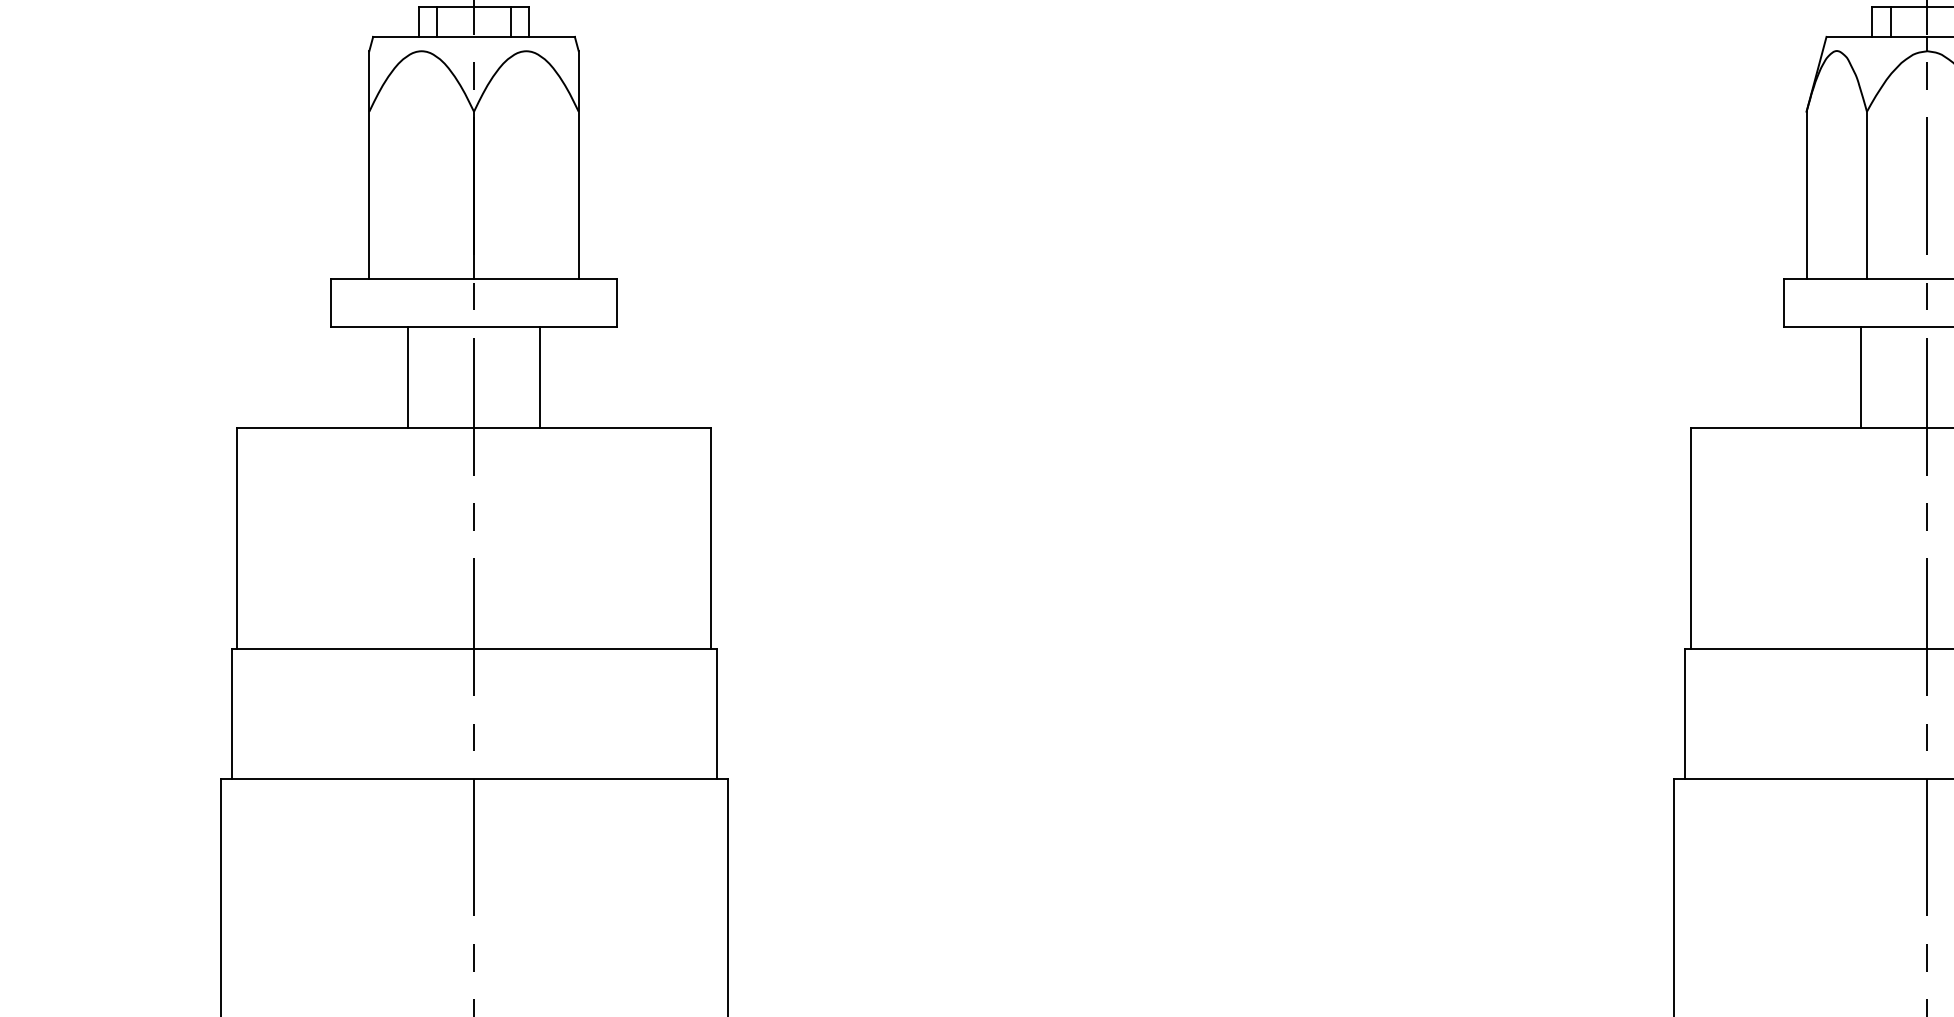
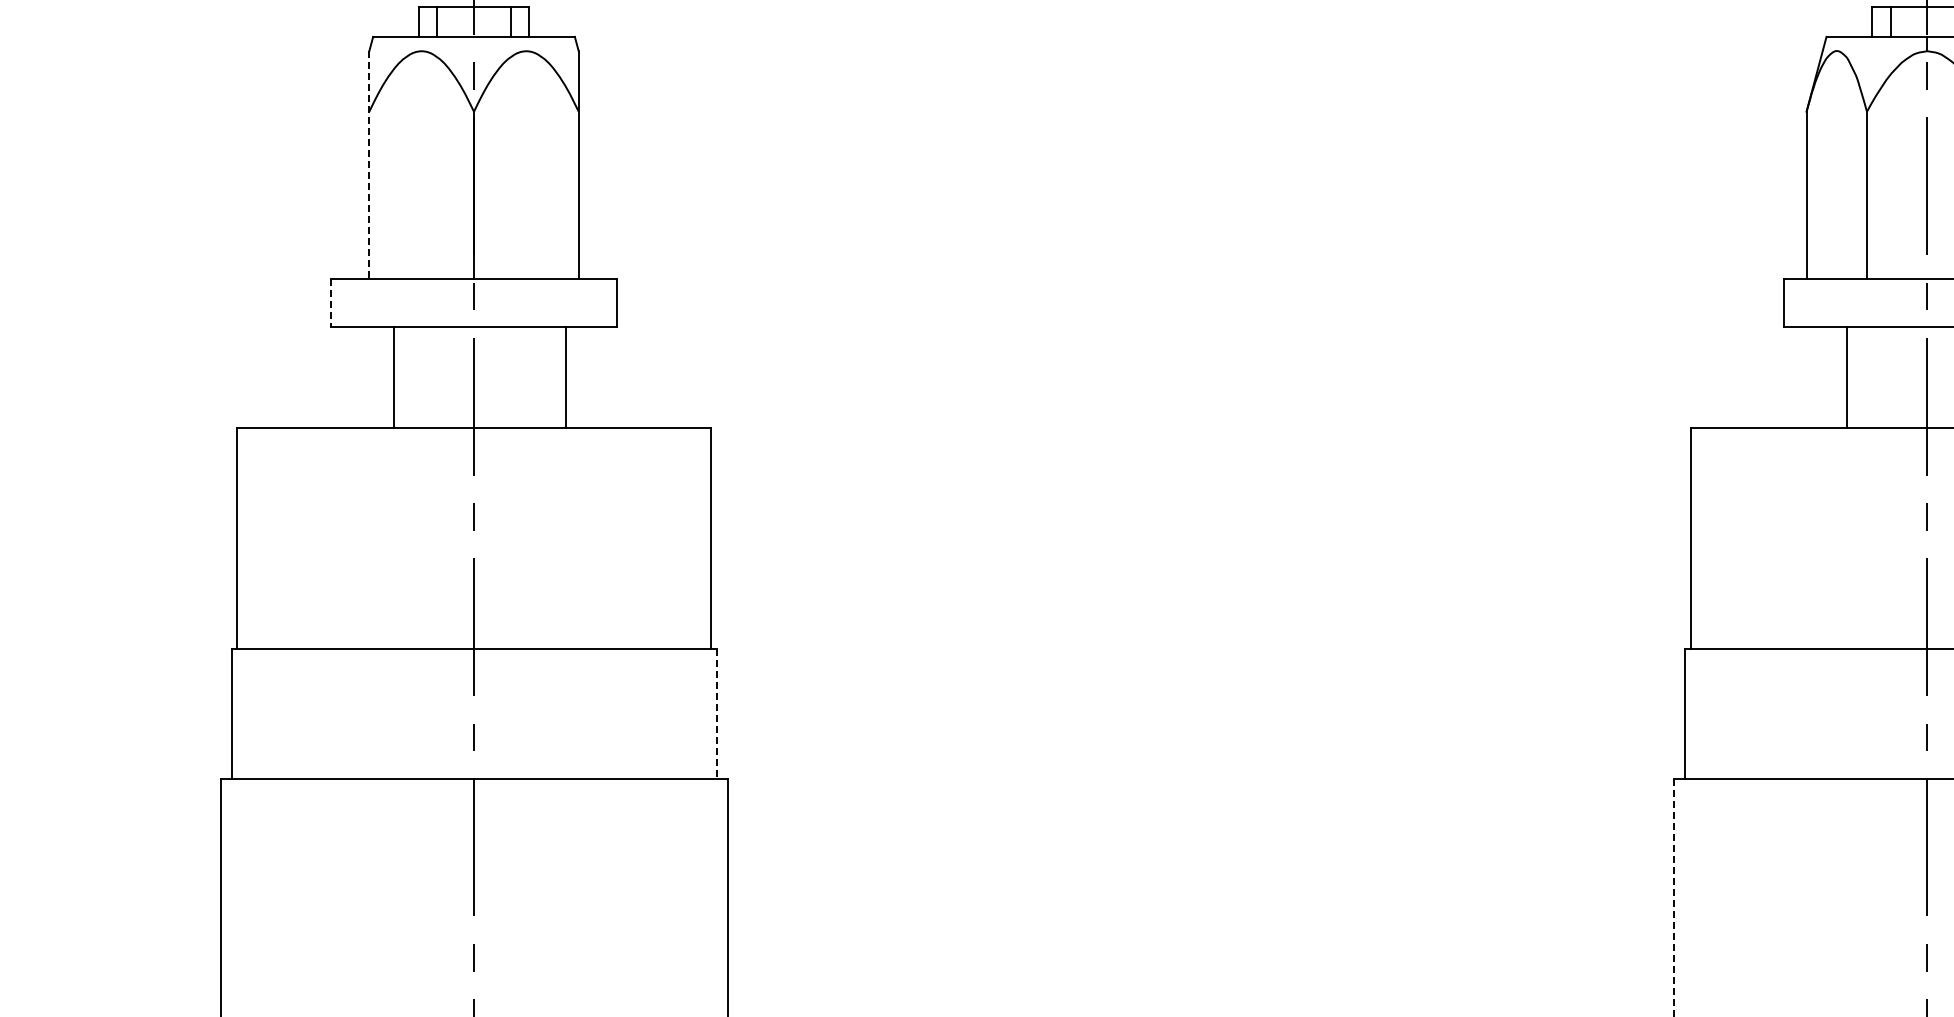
line at (369, 165): solid -> dashed
line at (330, 303): solid -> dashed
line at (407, 377) position: (407, 377) -> (393, 377)
line at (540, 377) position: (540, 377) -> (566, 377)
line at (1861, 377) position: (1861, 377) -> (1847, 377)
line at (716, 713): solid -> dashed
line at (1673, 897): solid -> dashed
